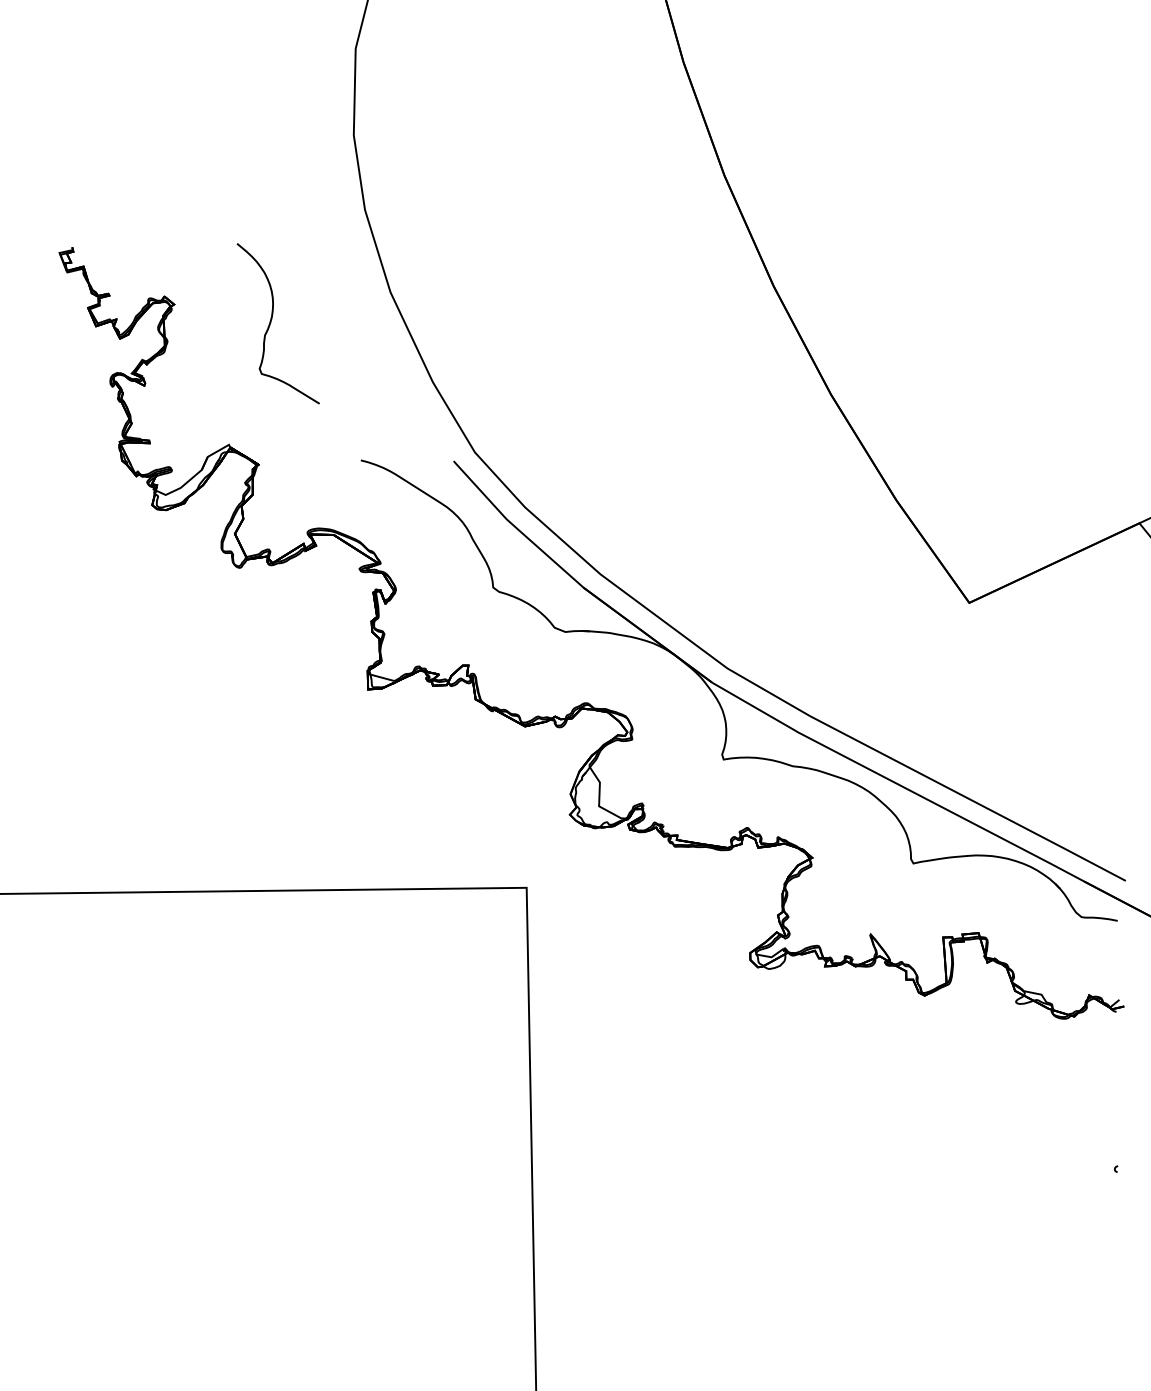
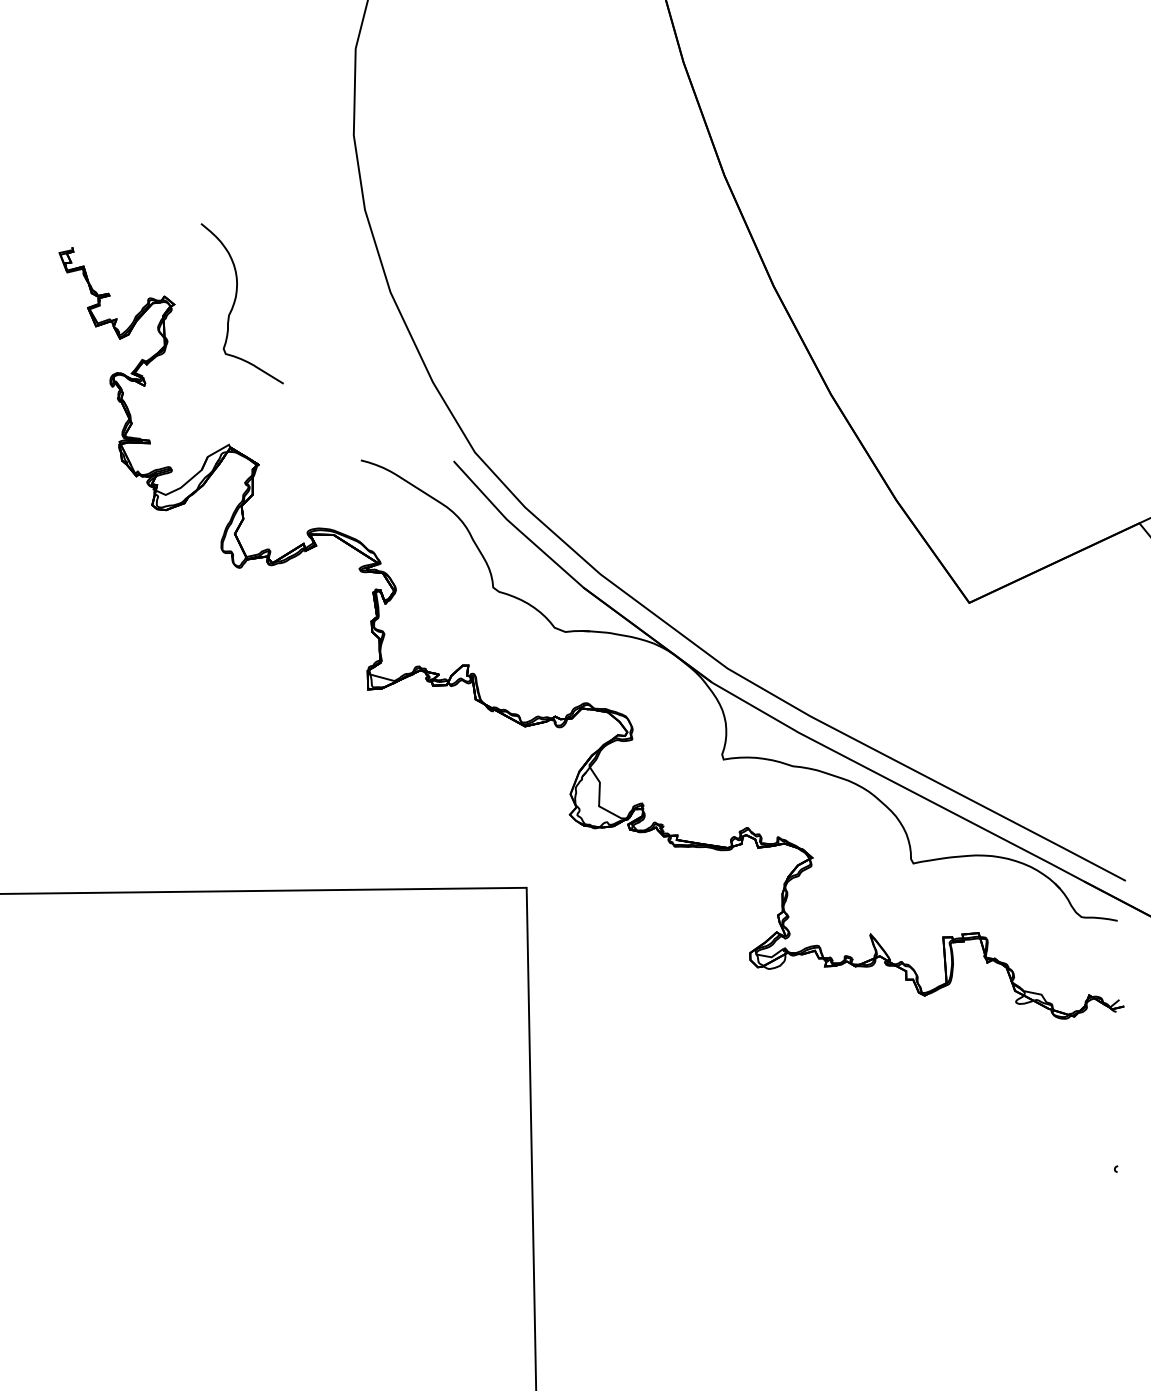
curve at (271, 322) position: (271, 322) -> (235, 302)
